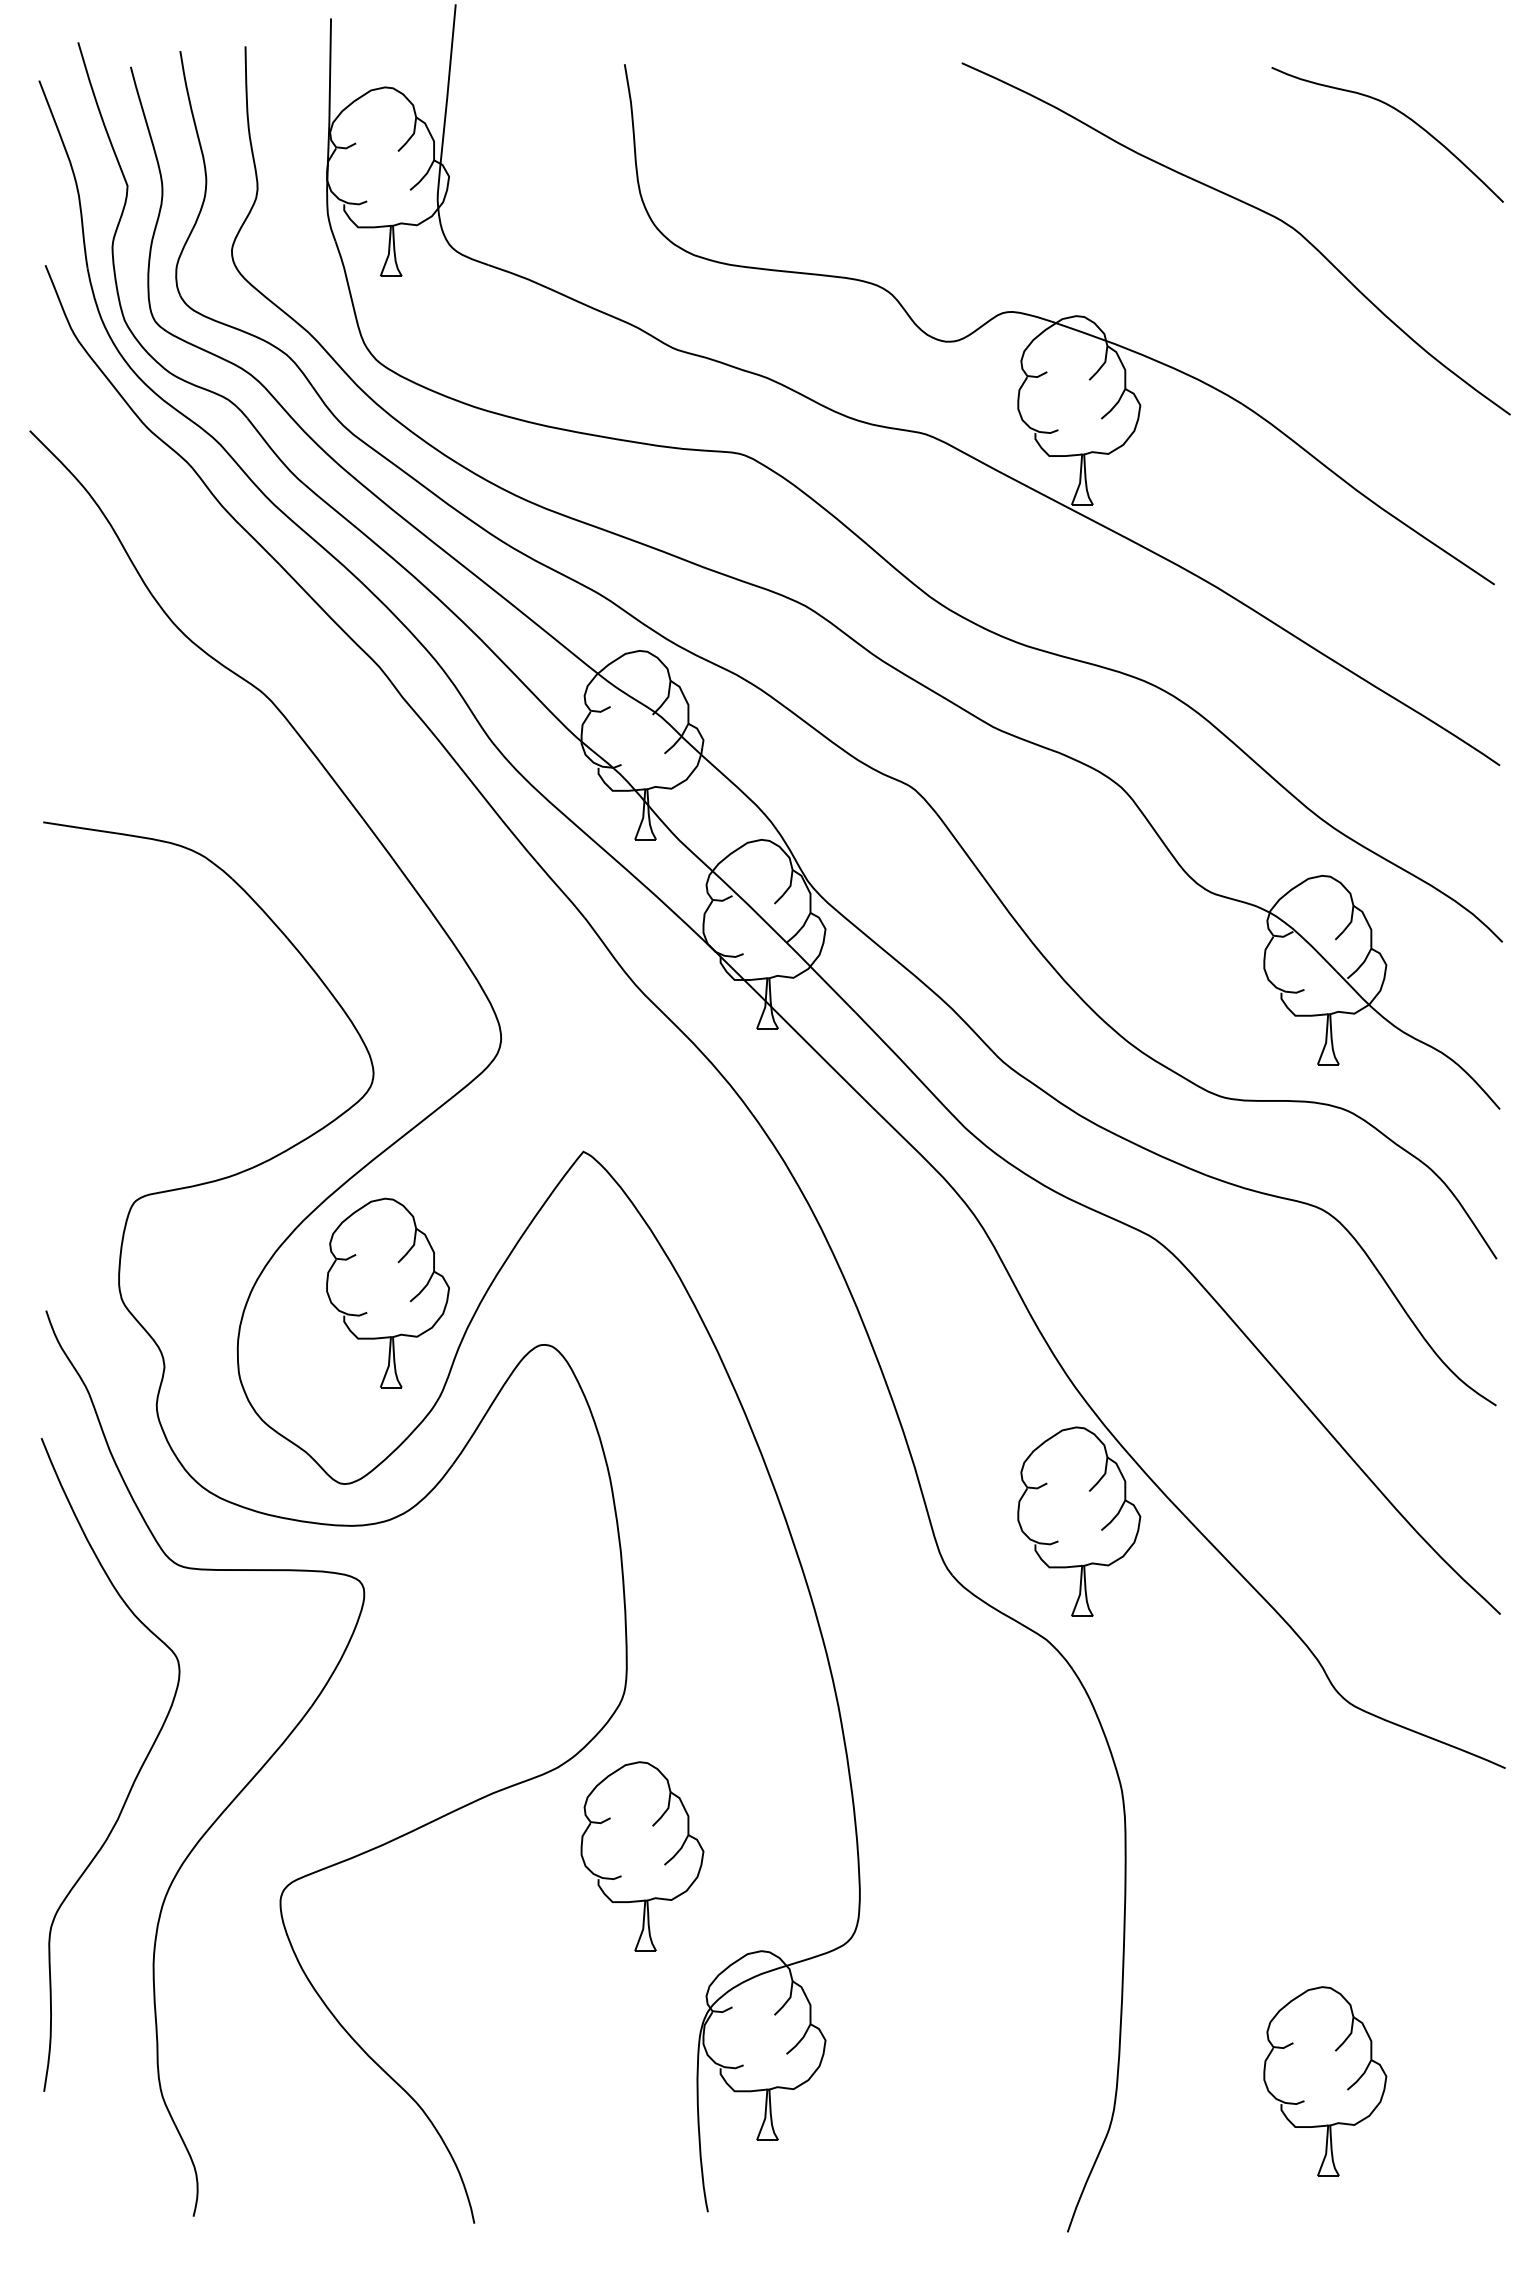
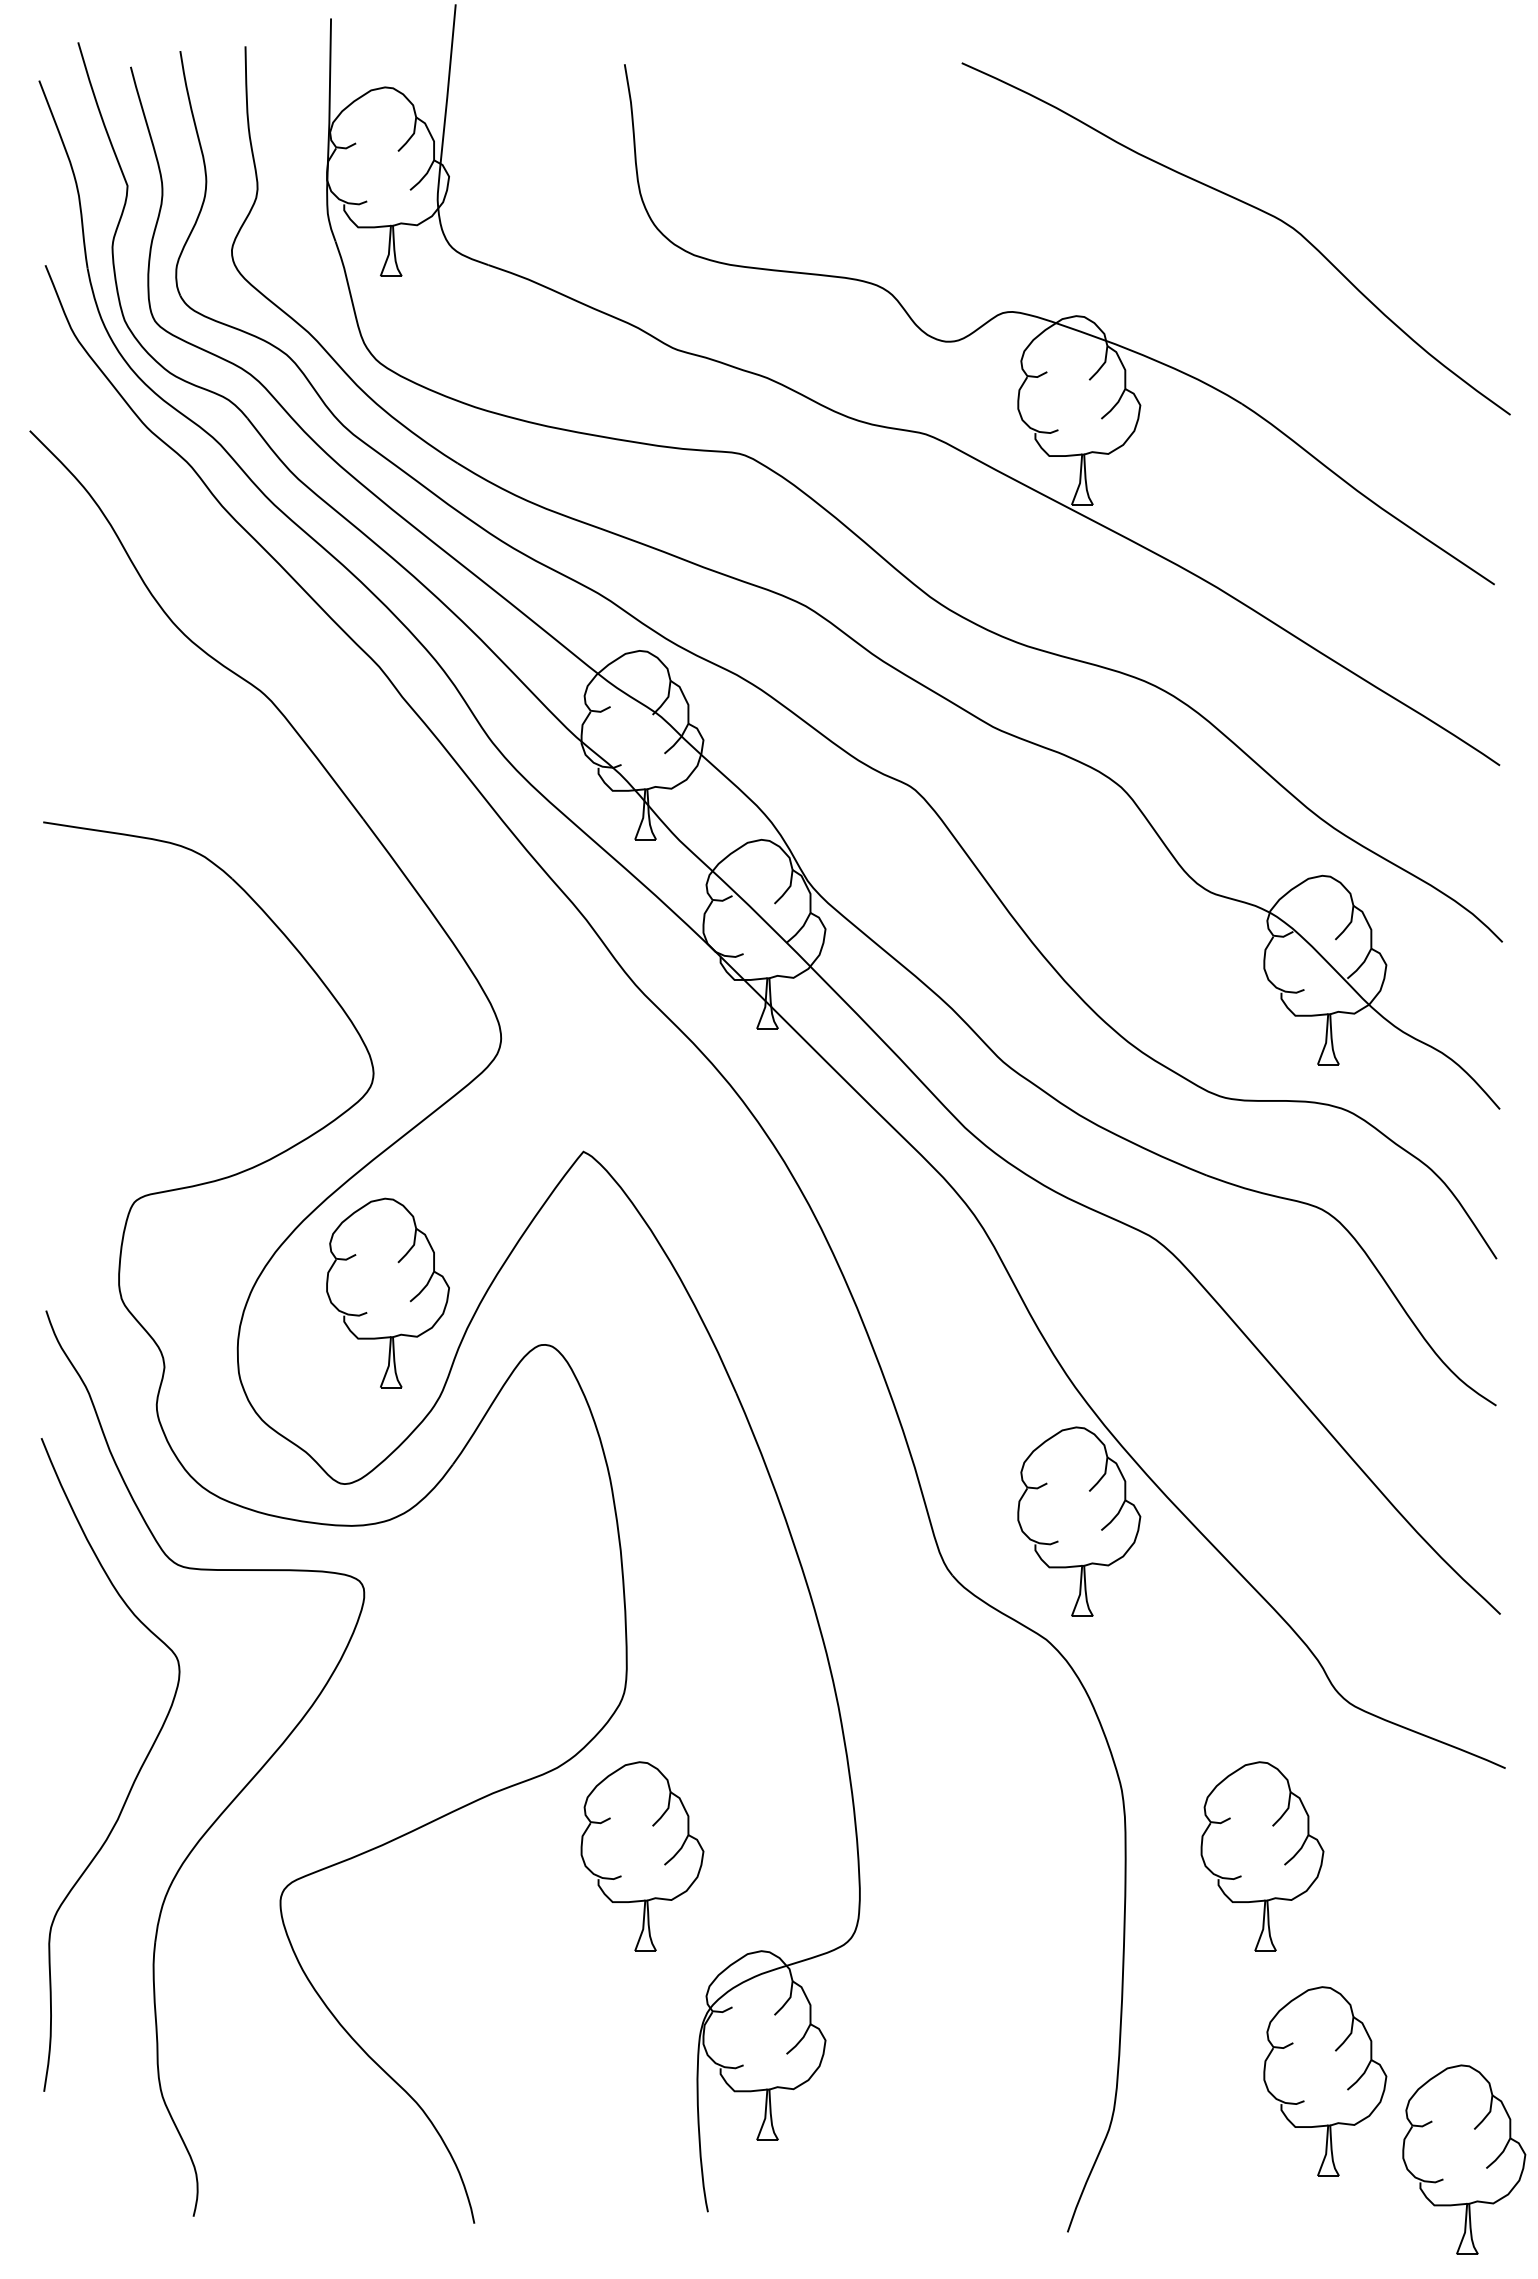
curve at (1398, 112): present -> none
part at (1262, 1856): none -> present
part at (1464, 2159): none -> present
